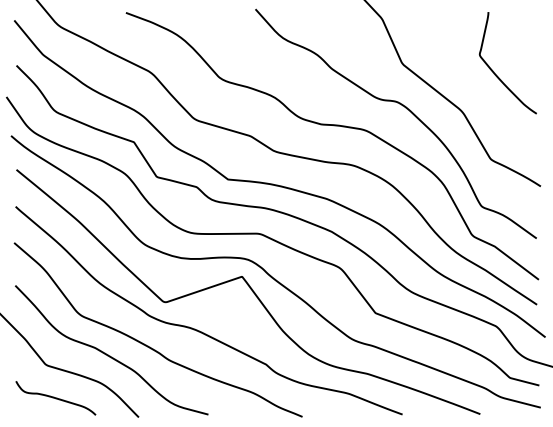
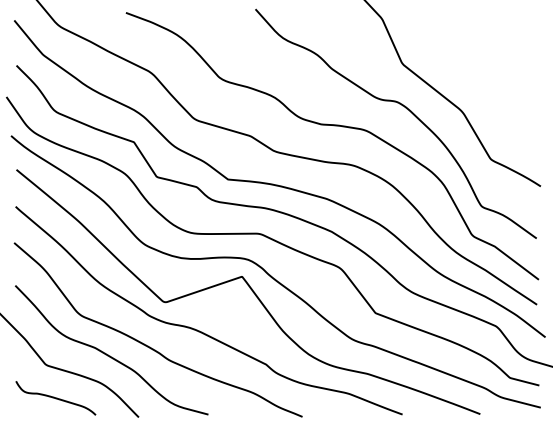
curve at (496, 74): present -> none
